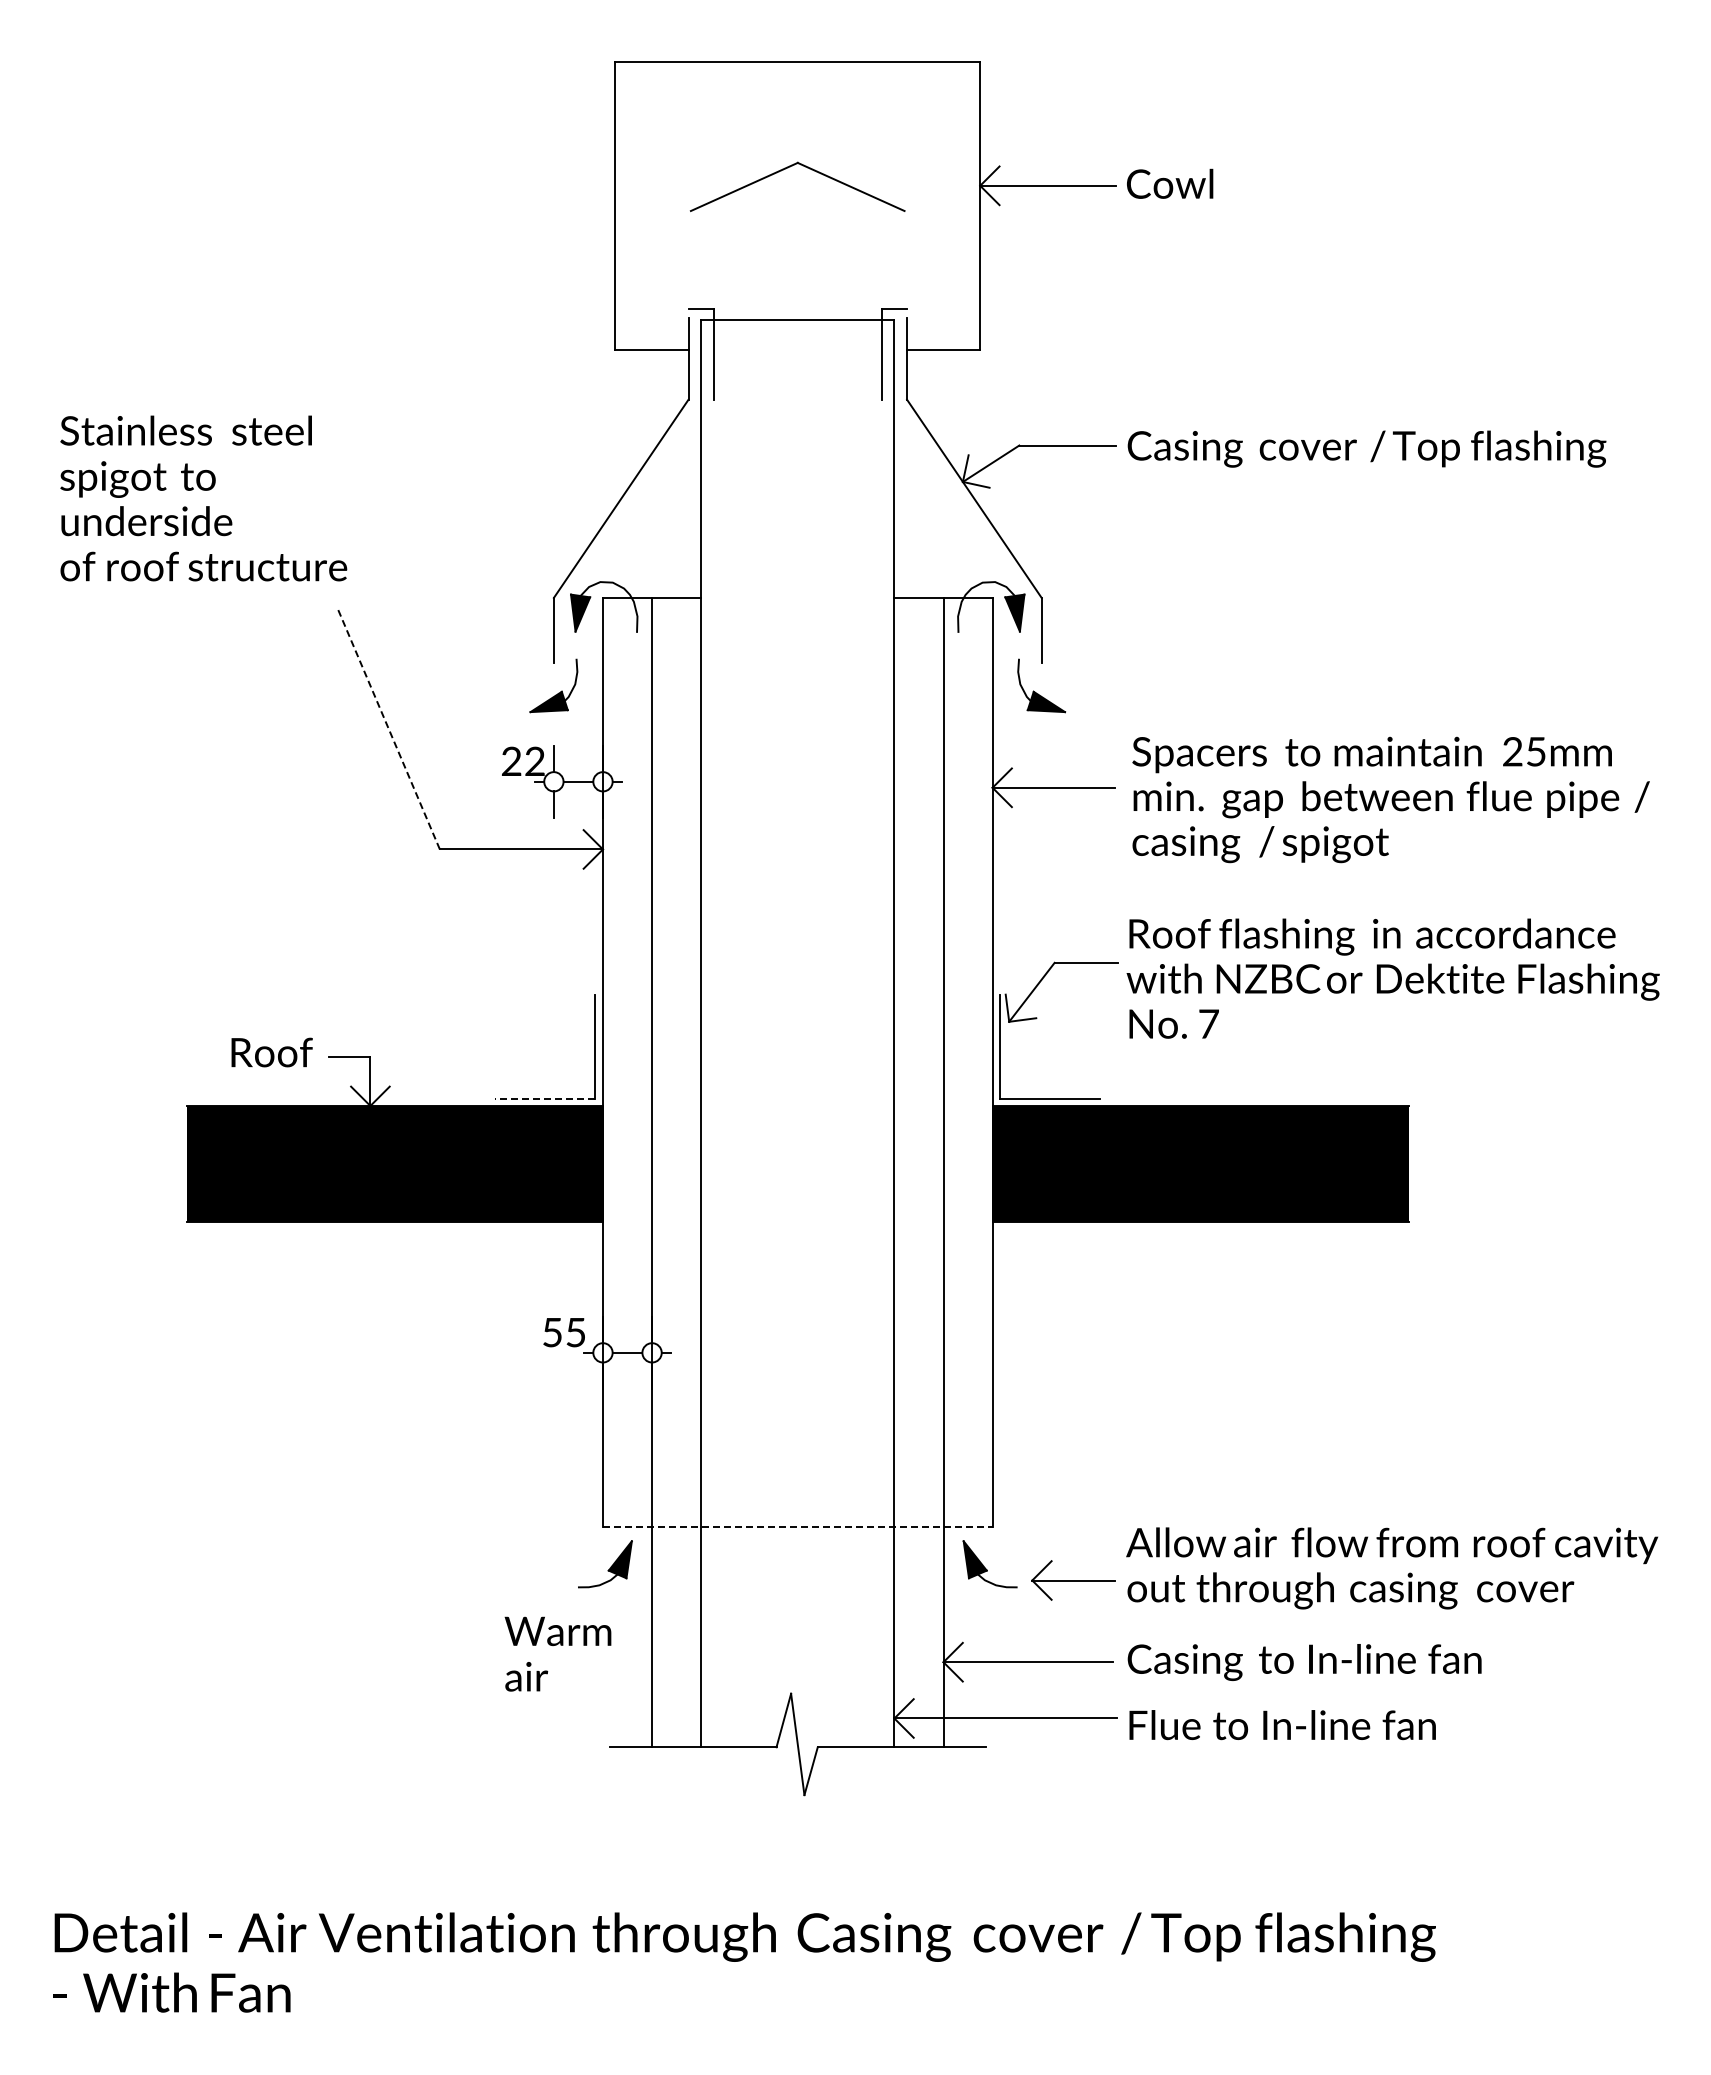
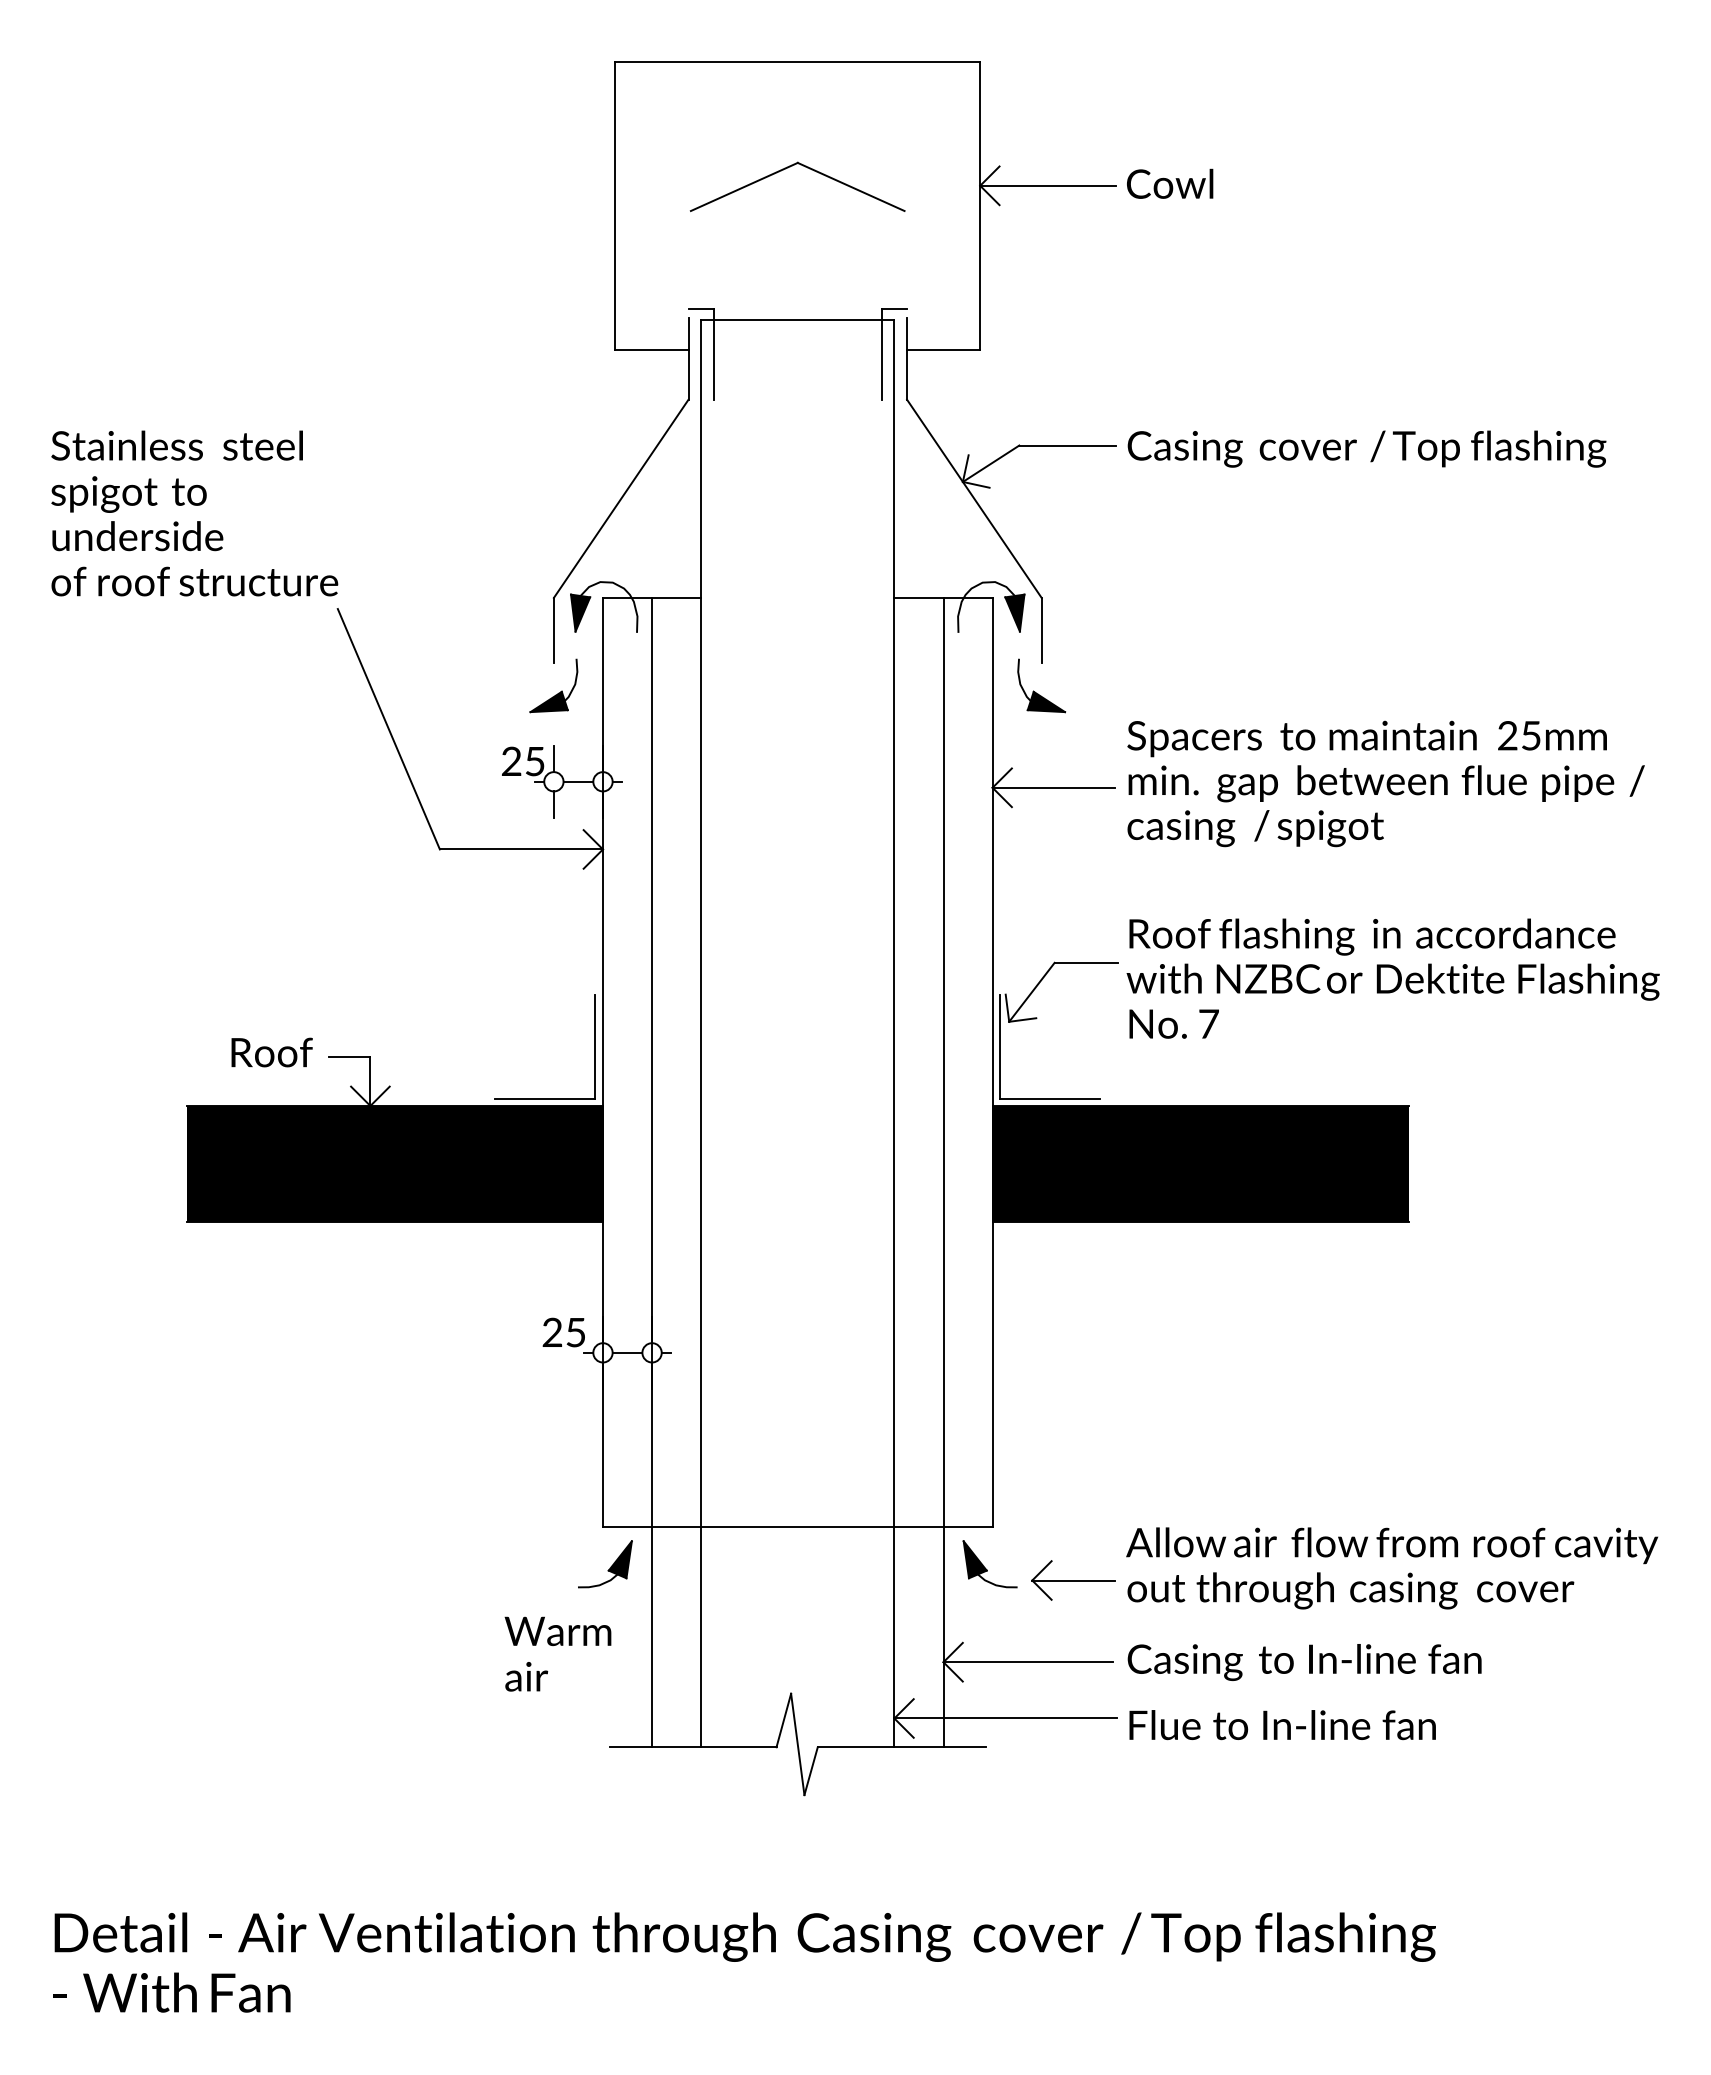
text at (203, 498) position: (203, 498) -> (194, 513)
line at (388, 729): dashed -> solid
text at (534, 761): 22 -> 25
text at (1390, 799) position: (1390, 799) -> (1385, 783)
line at (545, 1098): dashed -> solid
text at (552, 1332): 55 -> 25
line at (797, 1526): dashed -> solid
